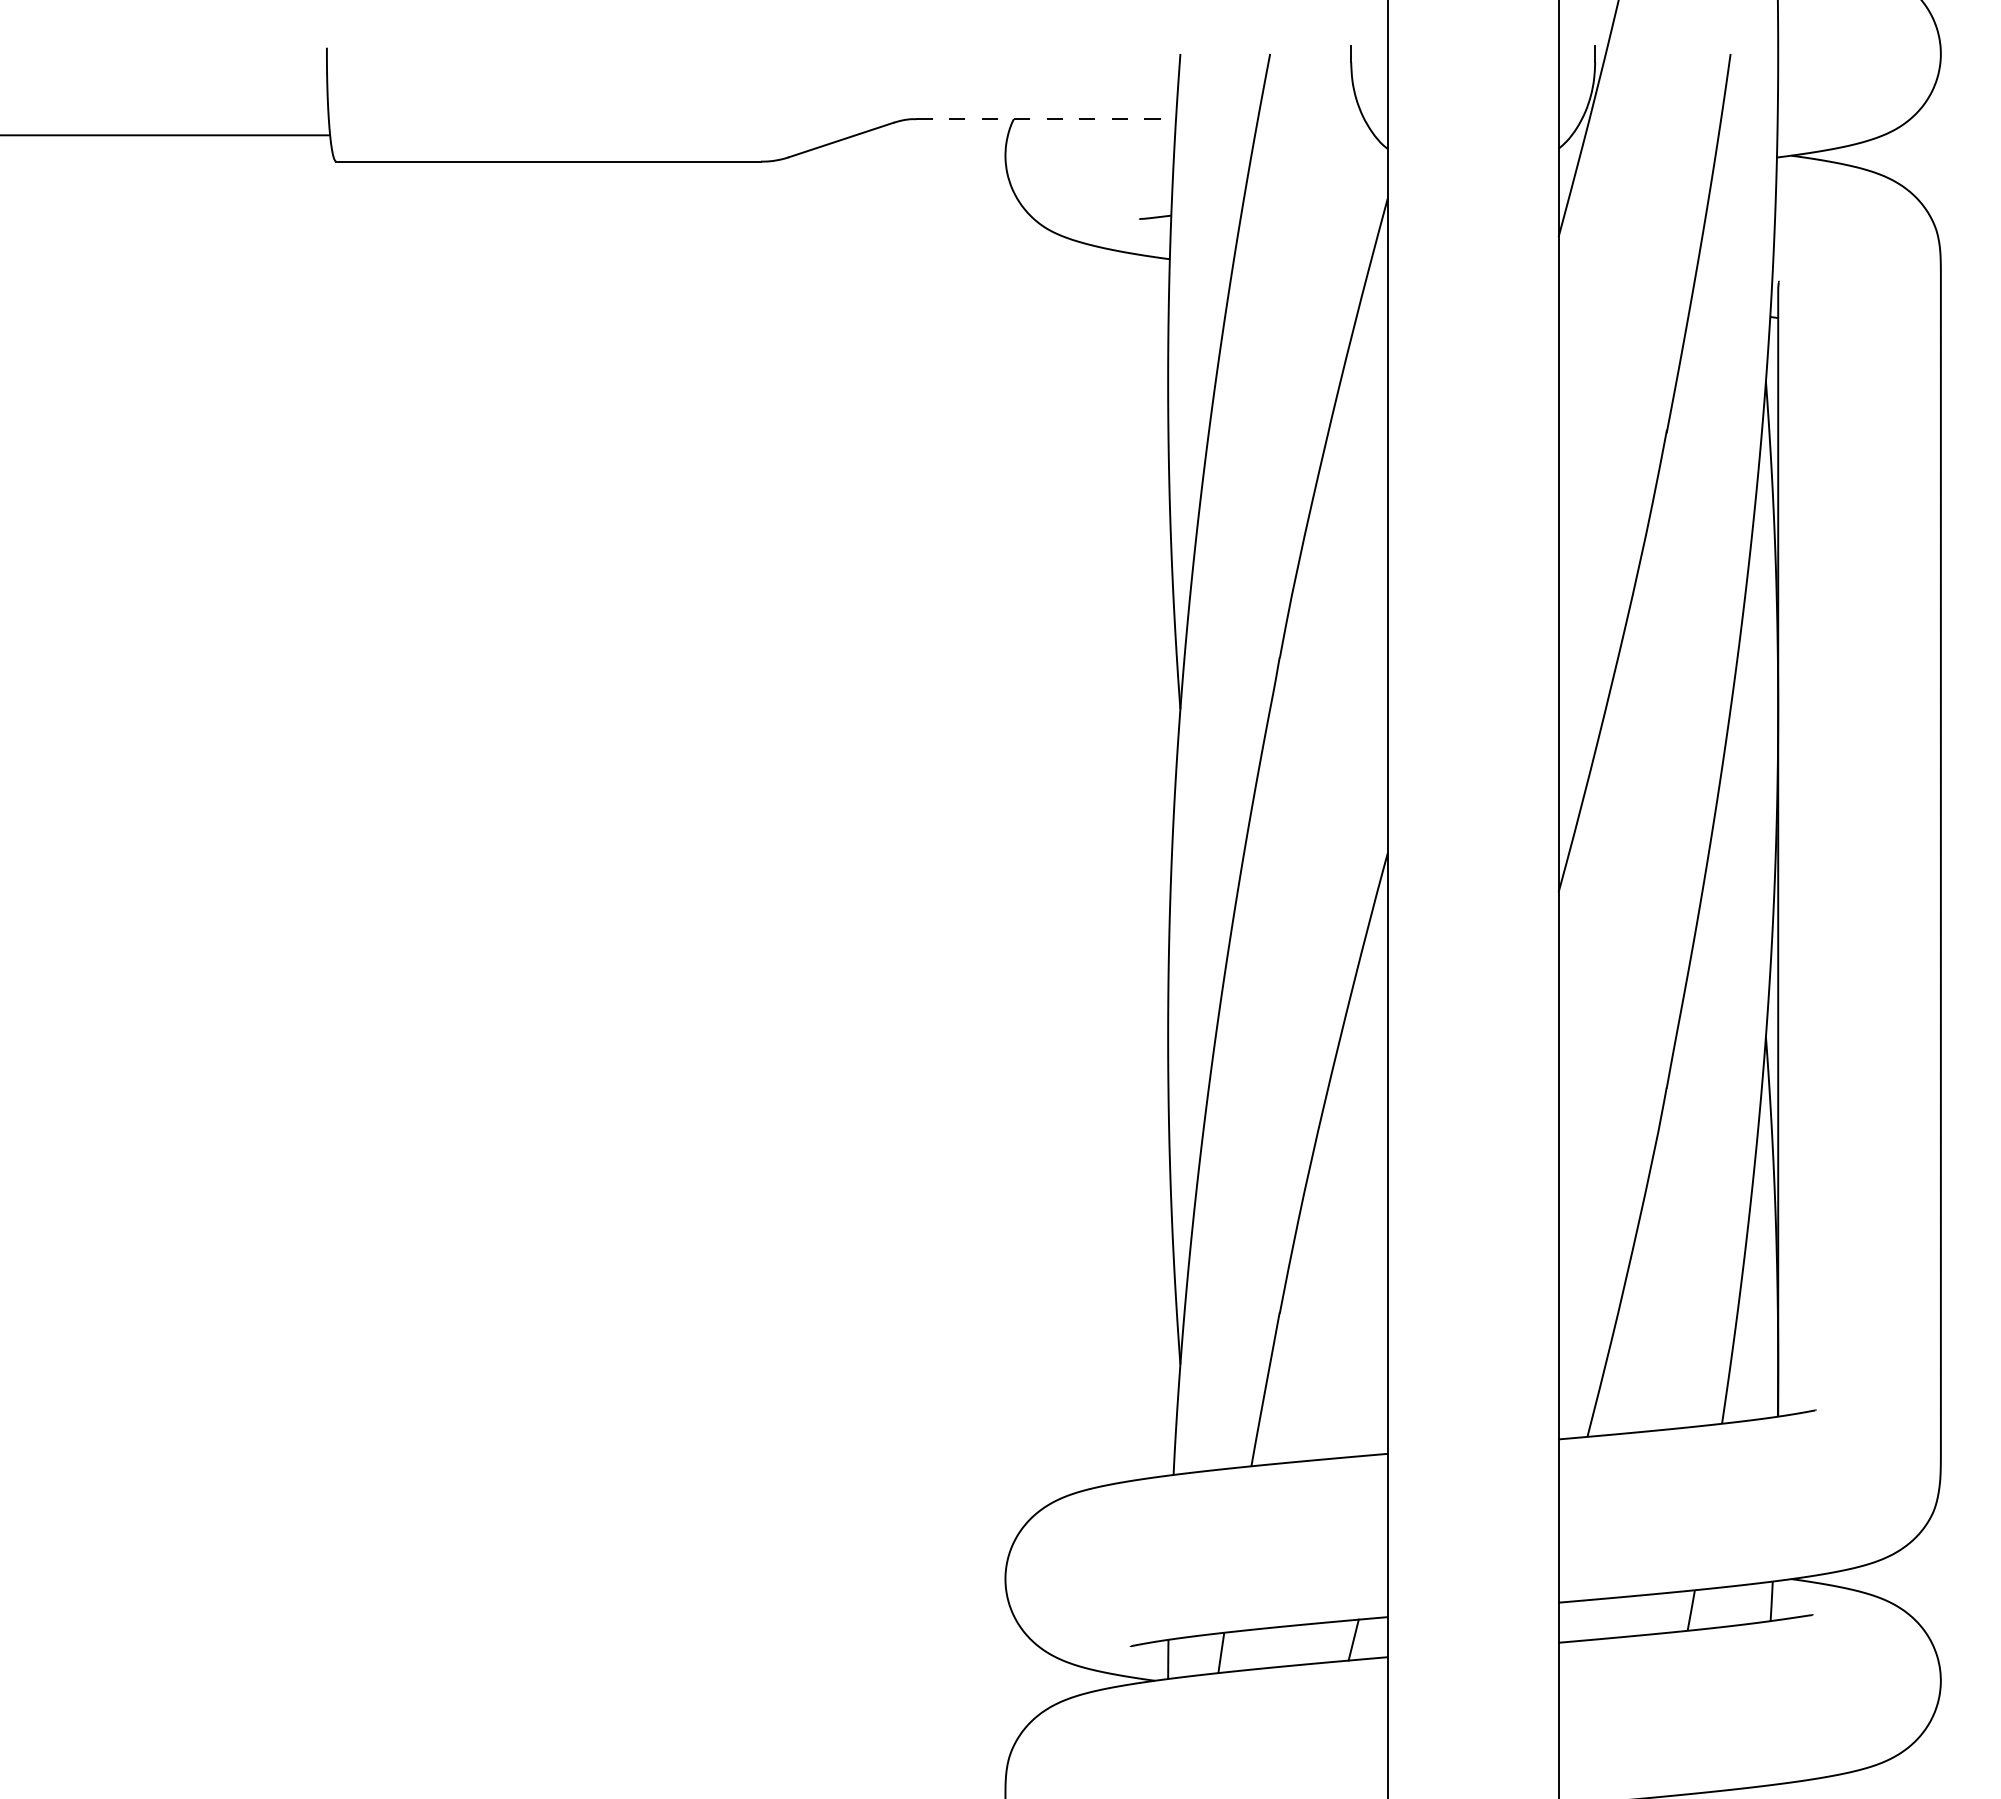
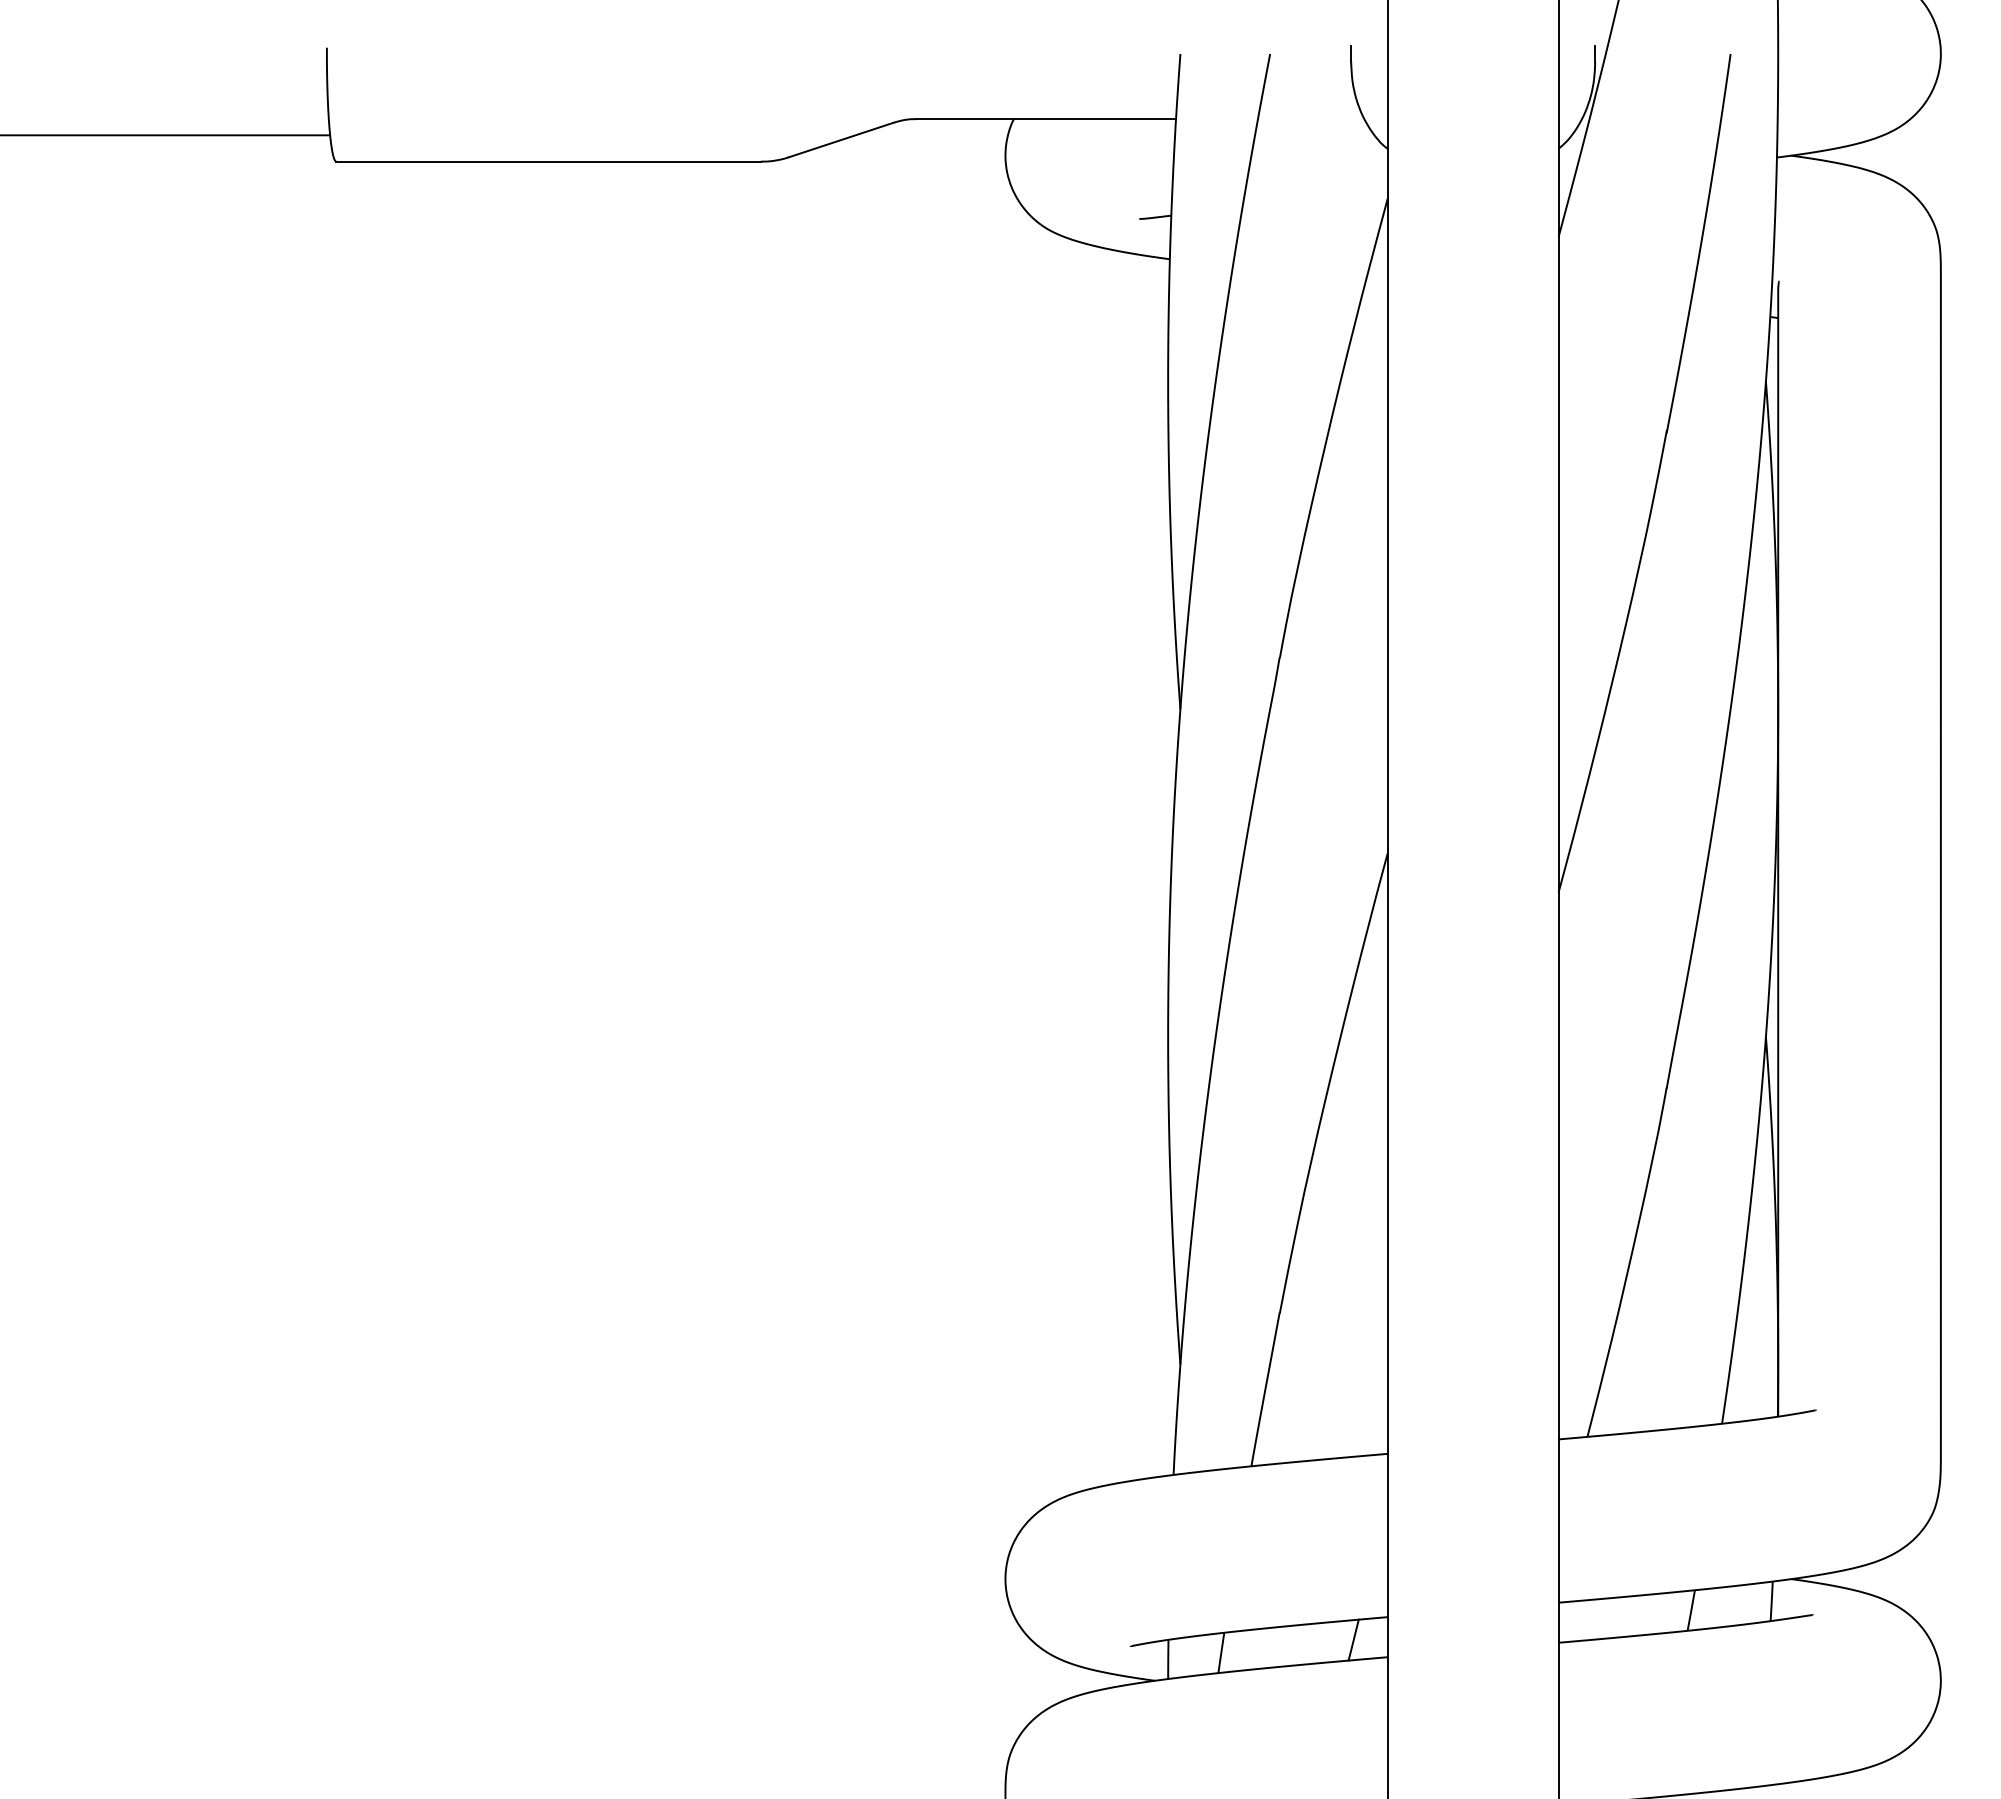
line at (1046, 119): dashed -> solid
